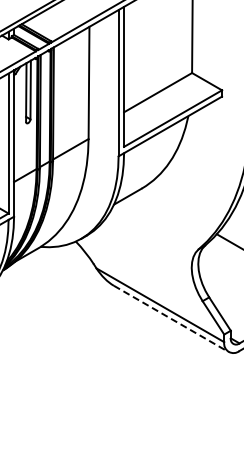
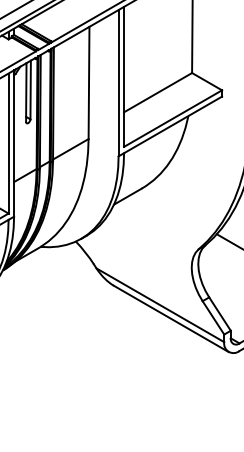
line at (15, 9): none -> present
line at (171, 319): dashed -> solid
